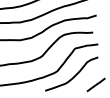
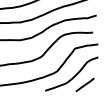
line at (95, 84) position: (95, 84) -> (84, 84)
